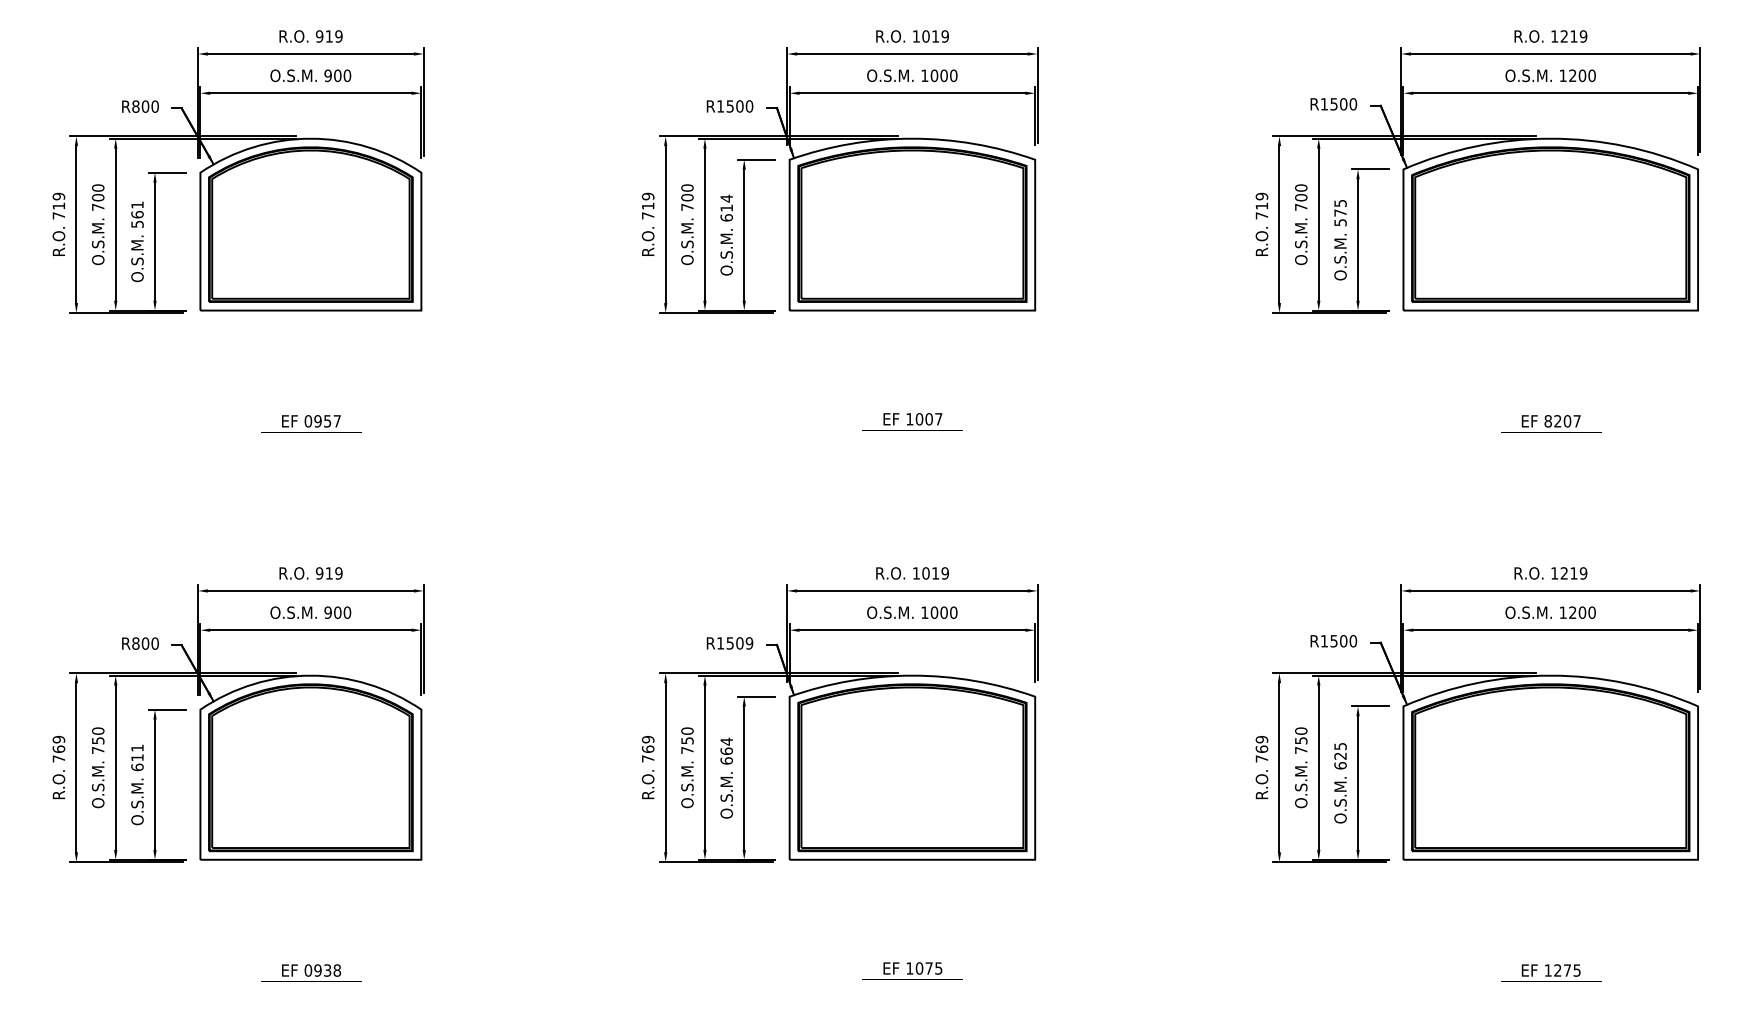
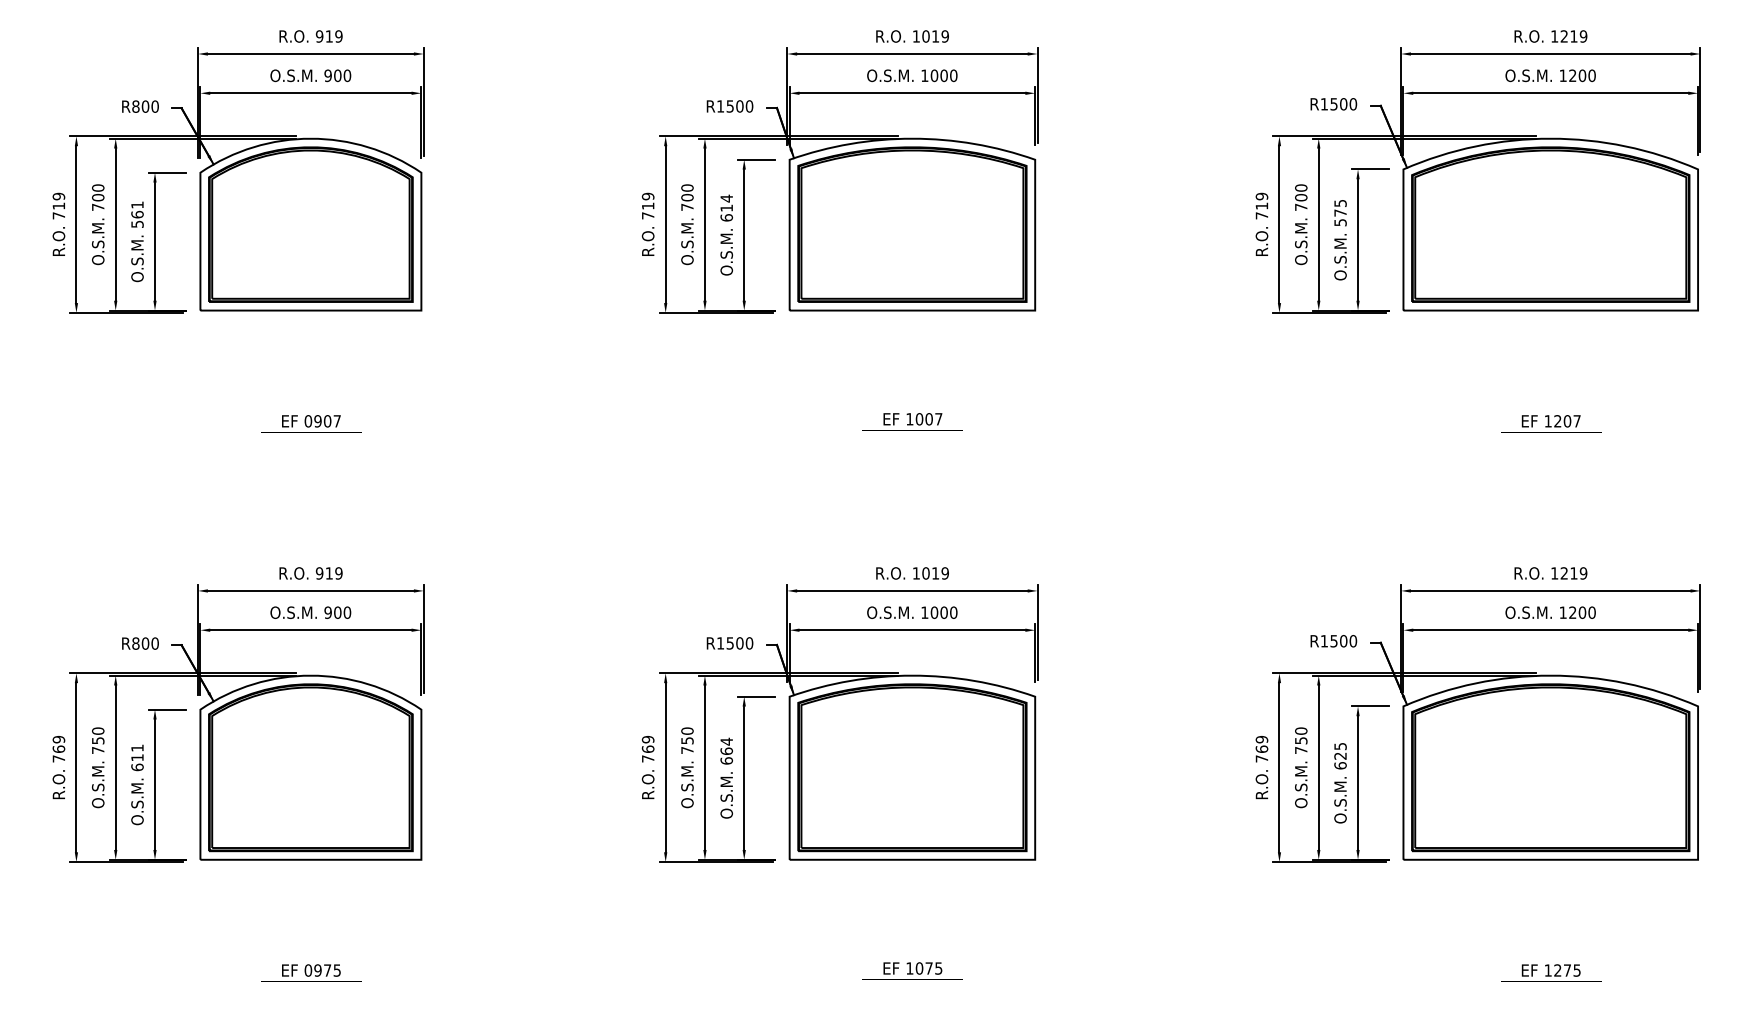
text at (327, 421): 0957 -> 0907
text at (1547, 421): 8207 -> 1207
text at (749, 643): R1509 -> R1500
text at (332, 970): 0938 -> 0975
